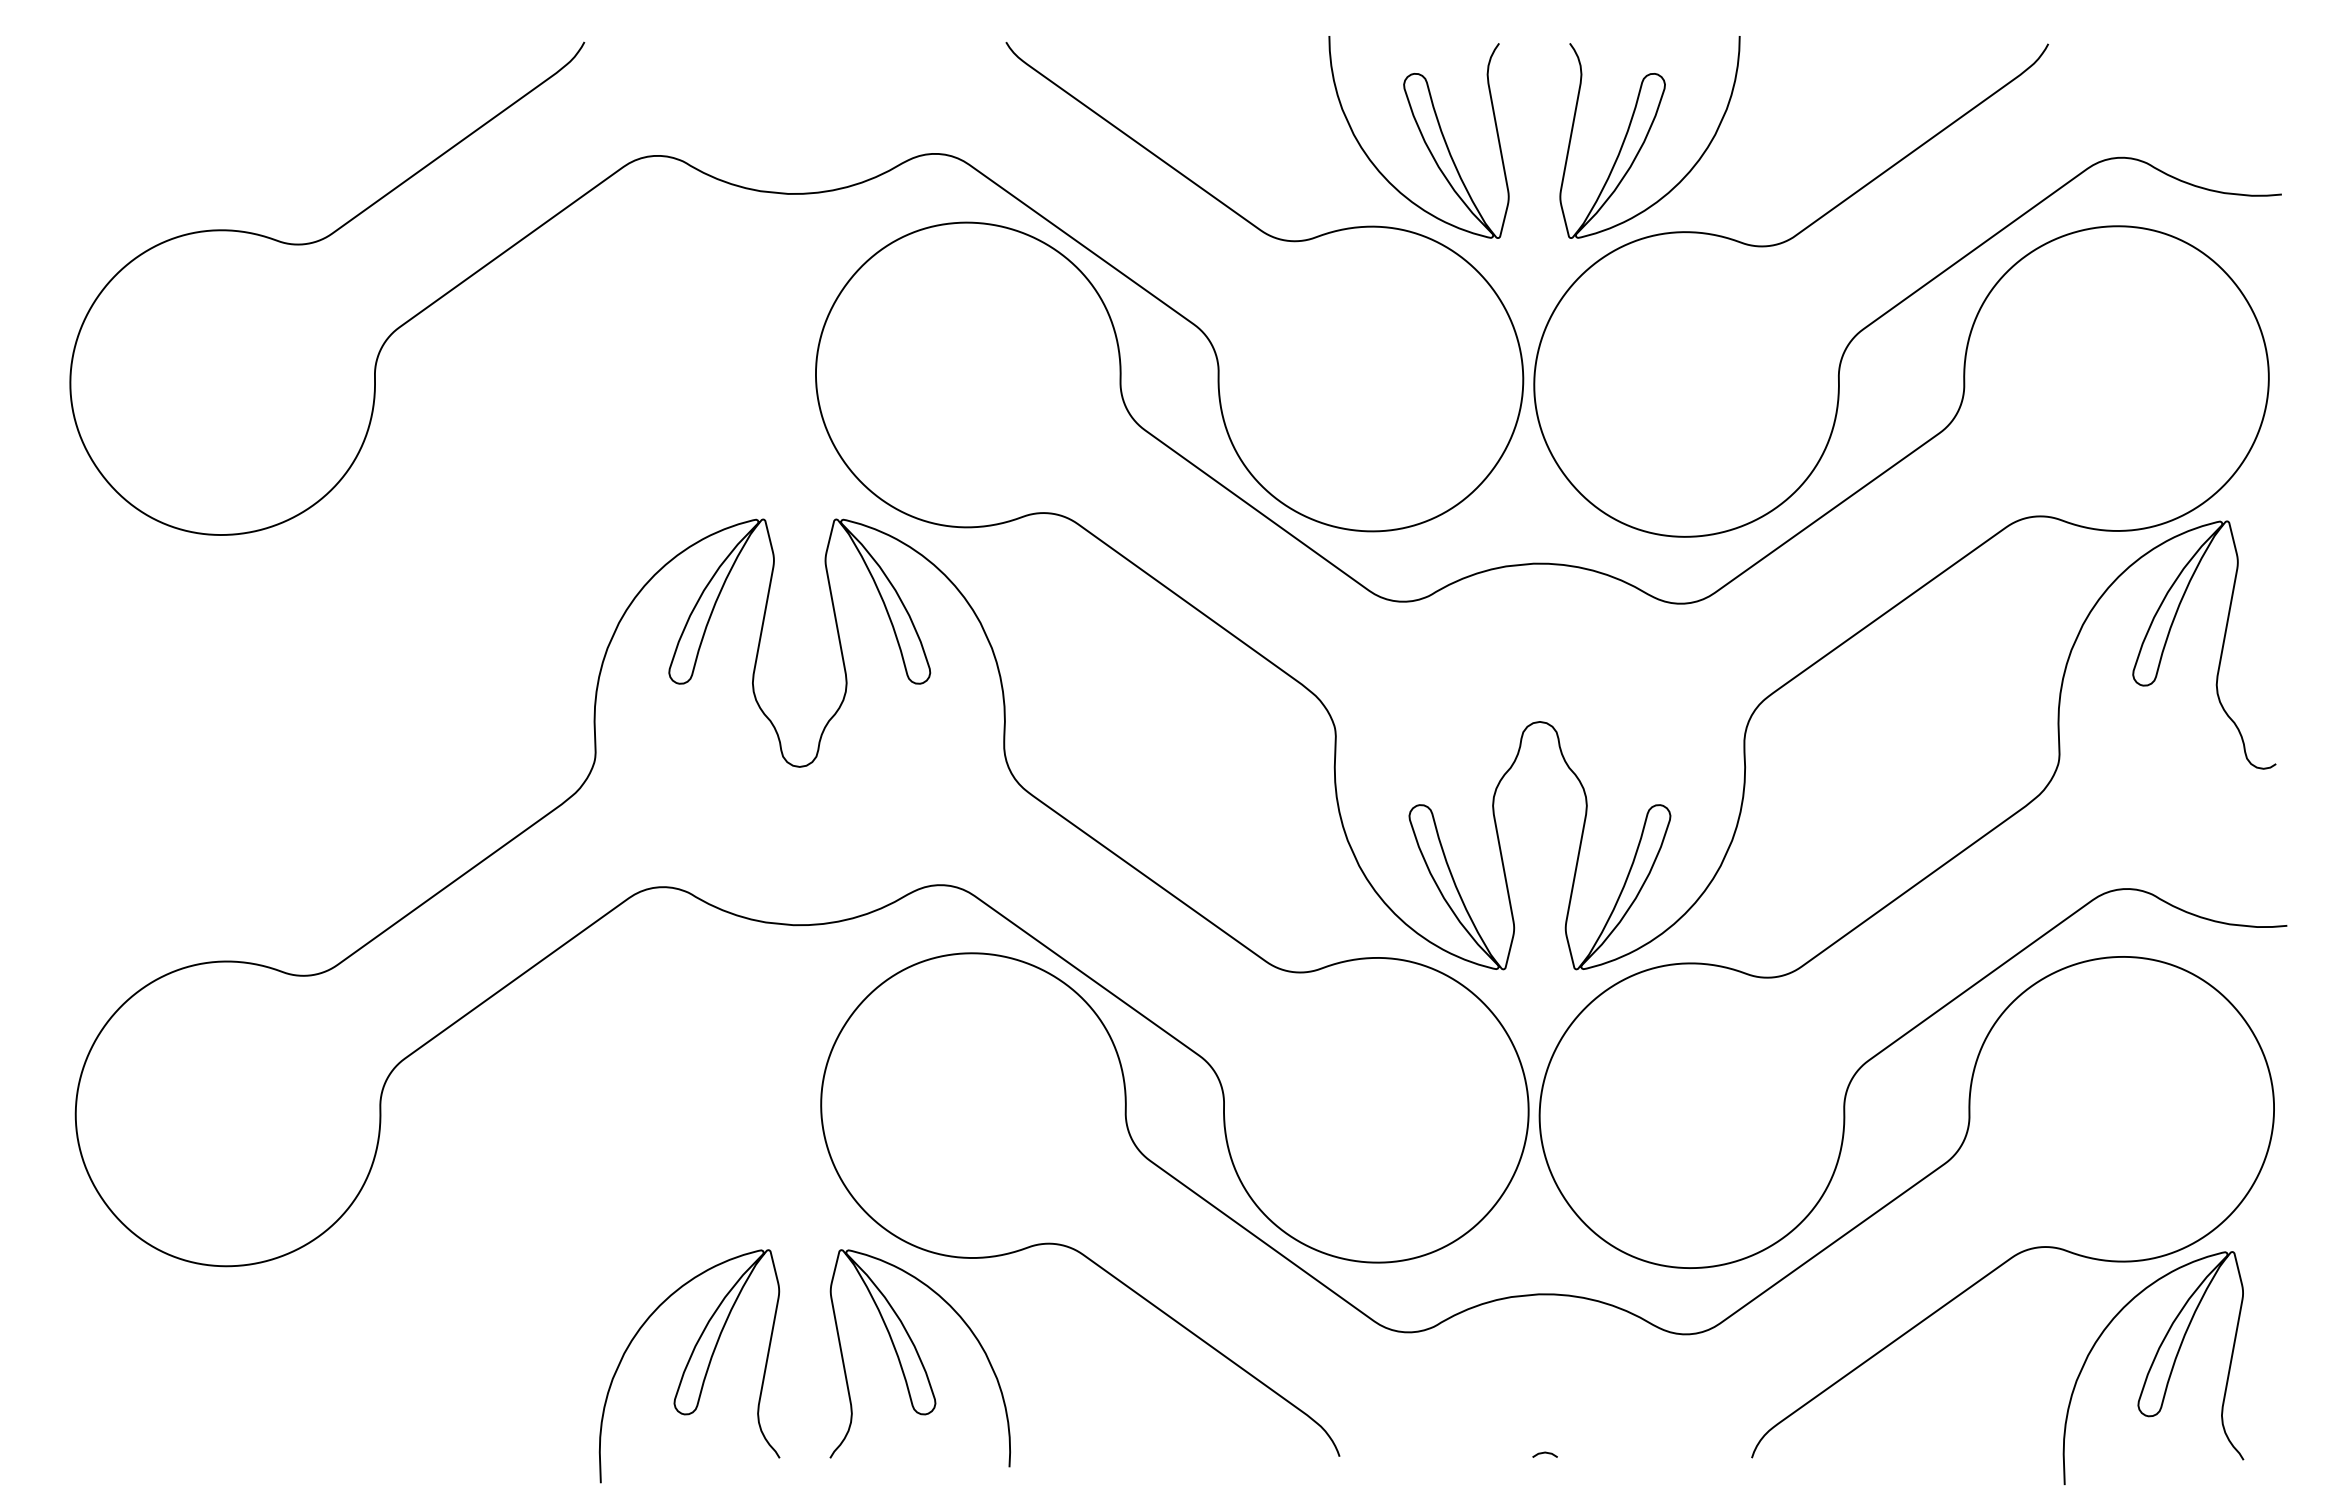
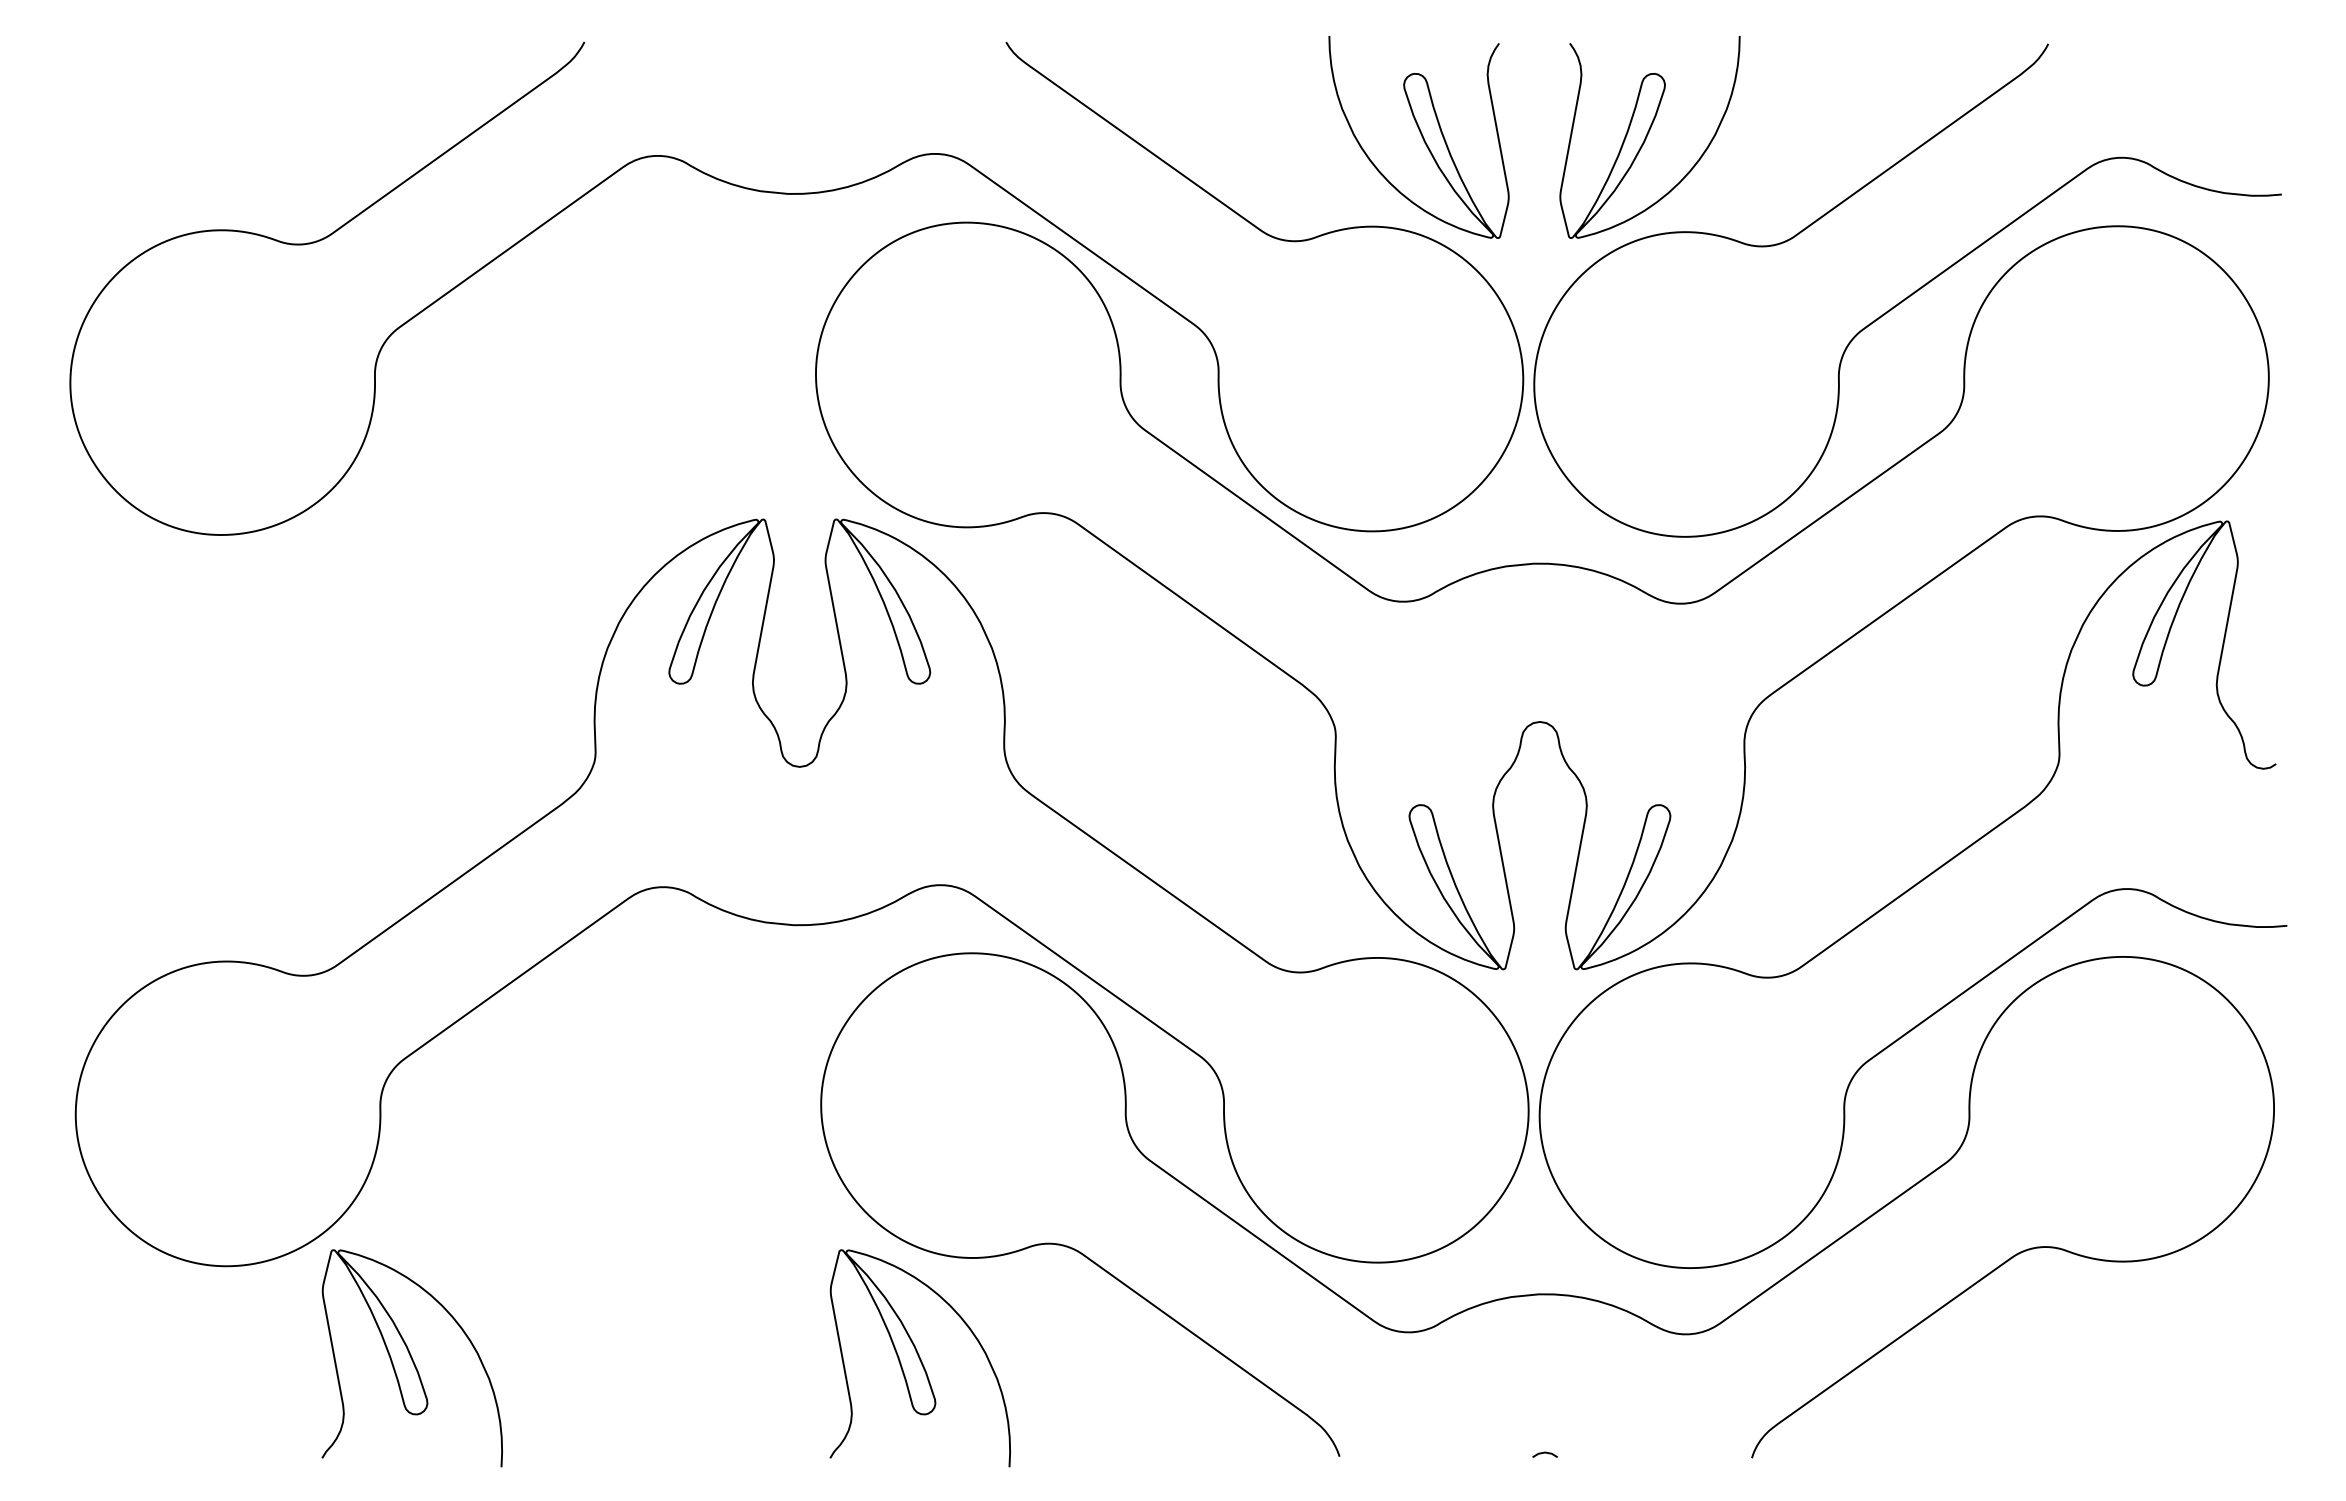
curve at (411, 1358): none -> present
curve at (687, 1366): present -> none
curve at (2151, 1368): present -> none
